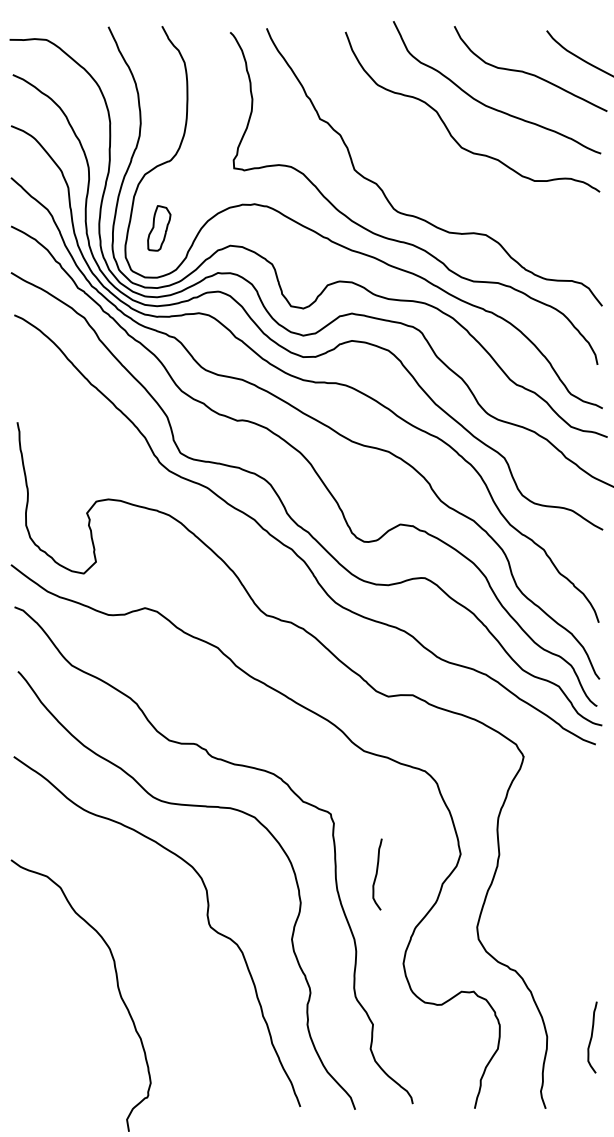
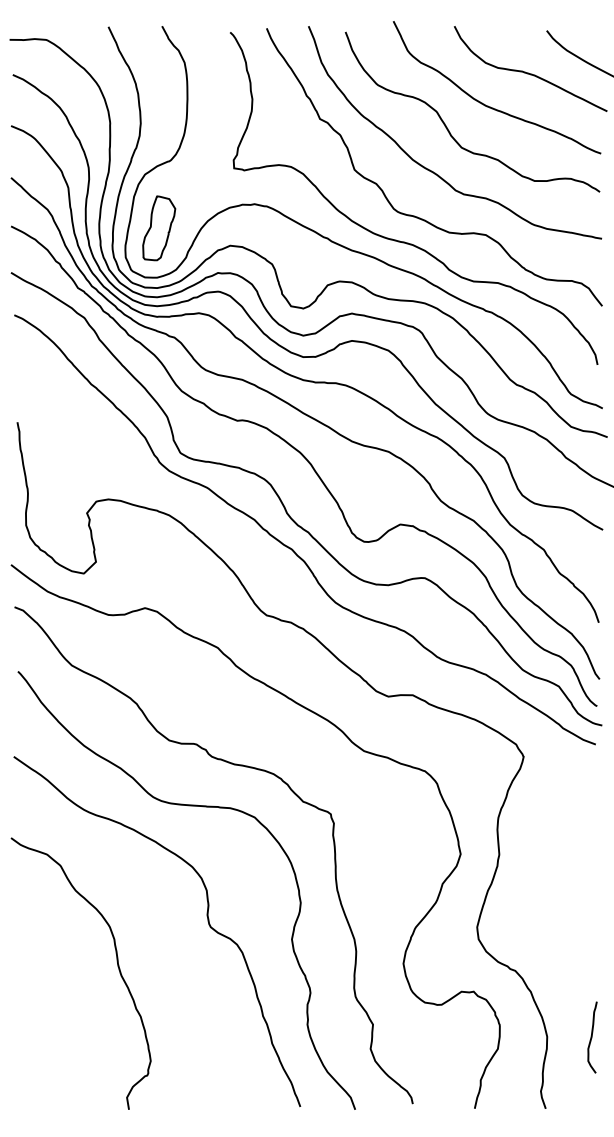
curve at (430, 169): none -> present
part at (159, 228) size: 25x47 px -> 35x67 px
curve at (377, 874): present -> none
curve at (117, 988) position: (117, 988) -> (117, 966)
